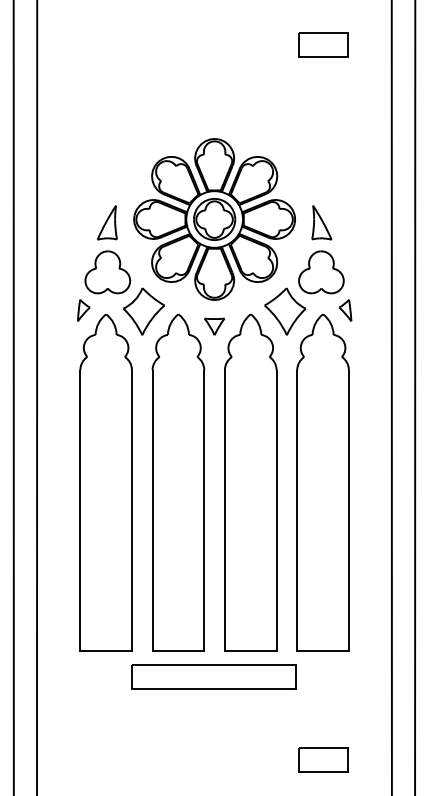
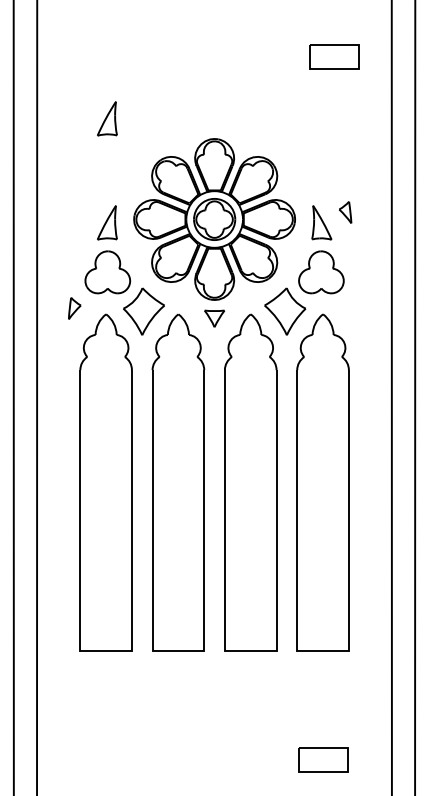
part at (323, 44) position: (323, 44) -> (334, 56)
part at (107, 118): none -> present
part at (83, 310) position: (83, 310) -> (74, 308)
part at (345, 310) position: (345, 310) -> (345, 212)
part at (214, 326) position: (214, 326) -> (214, 318)
part at (213, 676): present -> none
